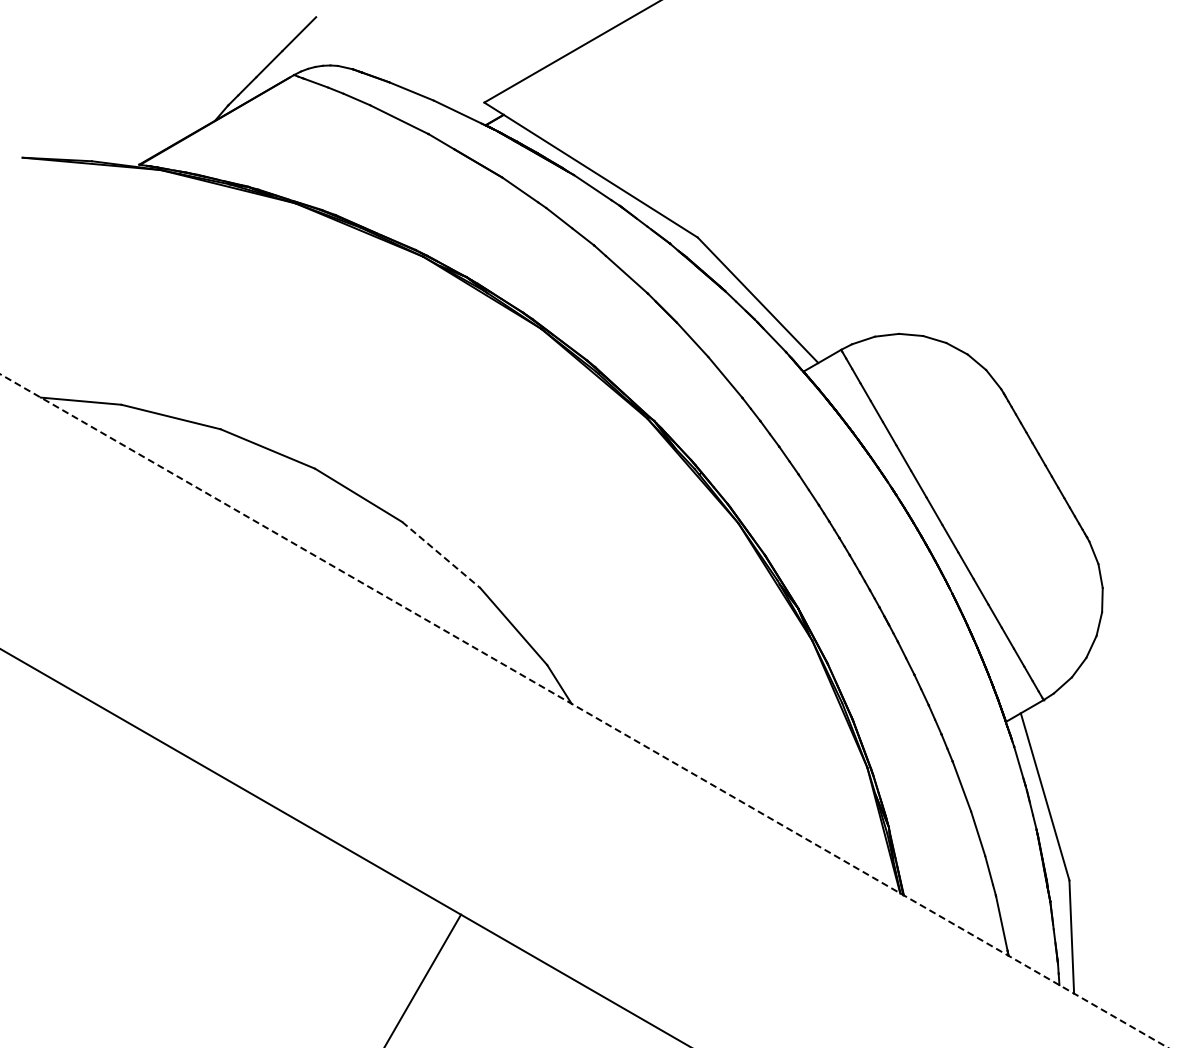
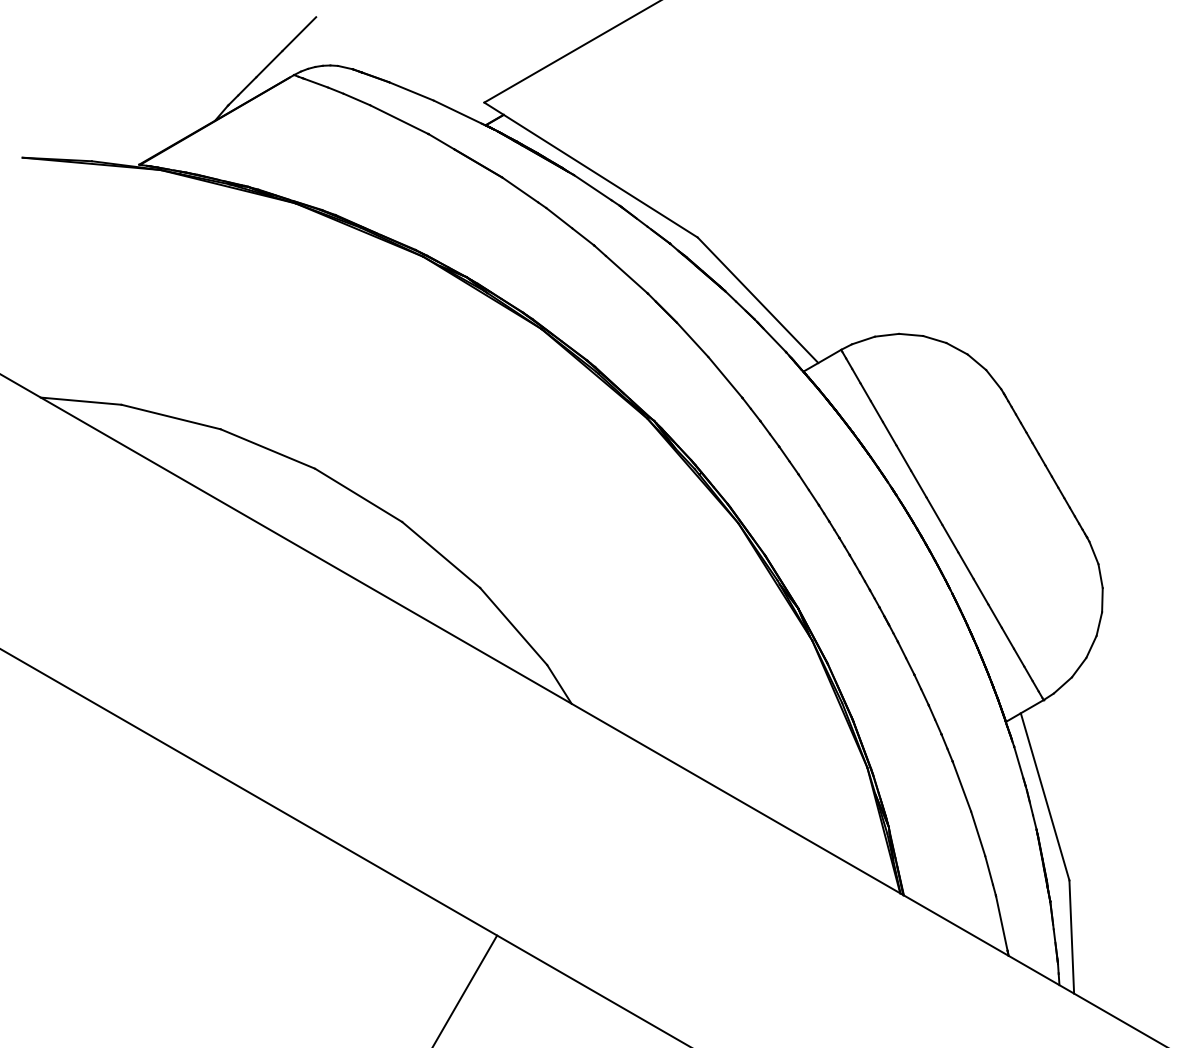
line at (441, 555): dashed -> solid
line at (583, 710): dashed -> solid
line at (423, 979) position: (423, 979) -> (465, 989)
